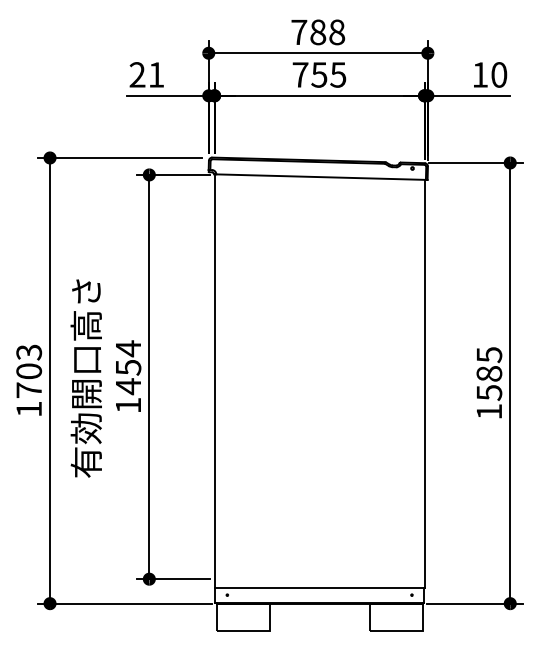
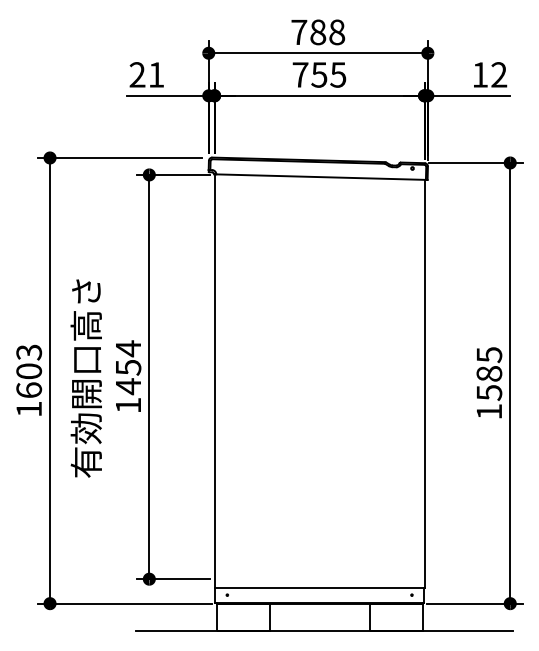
text at (499, 74): 10 -> 12
text at (29, 389): 1703 -> 1603
line at (323, 631): none -> present
